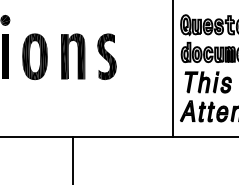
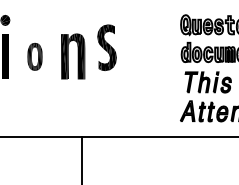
part at (34, 56) size: 26x48 px -> 16x29 px
part at (106, 56) position: (106, 56) -> (106, 47)
line at (172, 69): present -> none
line at (73, 158) position: (73, 158) -> (82, 158)
